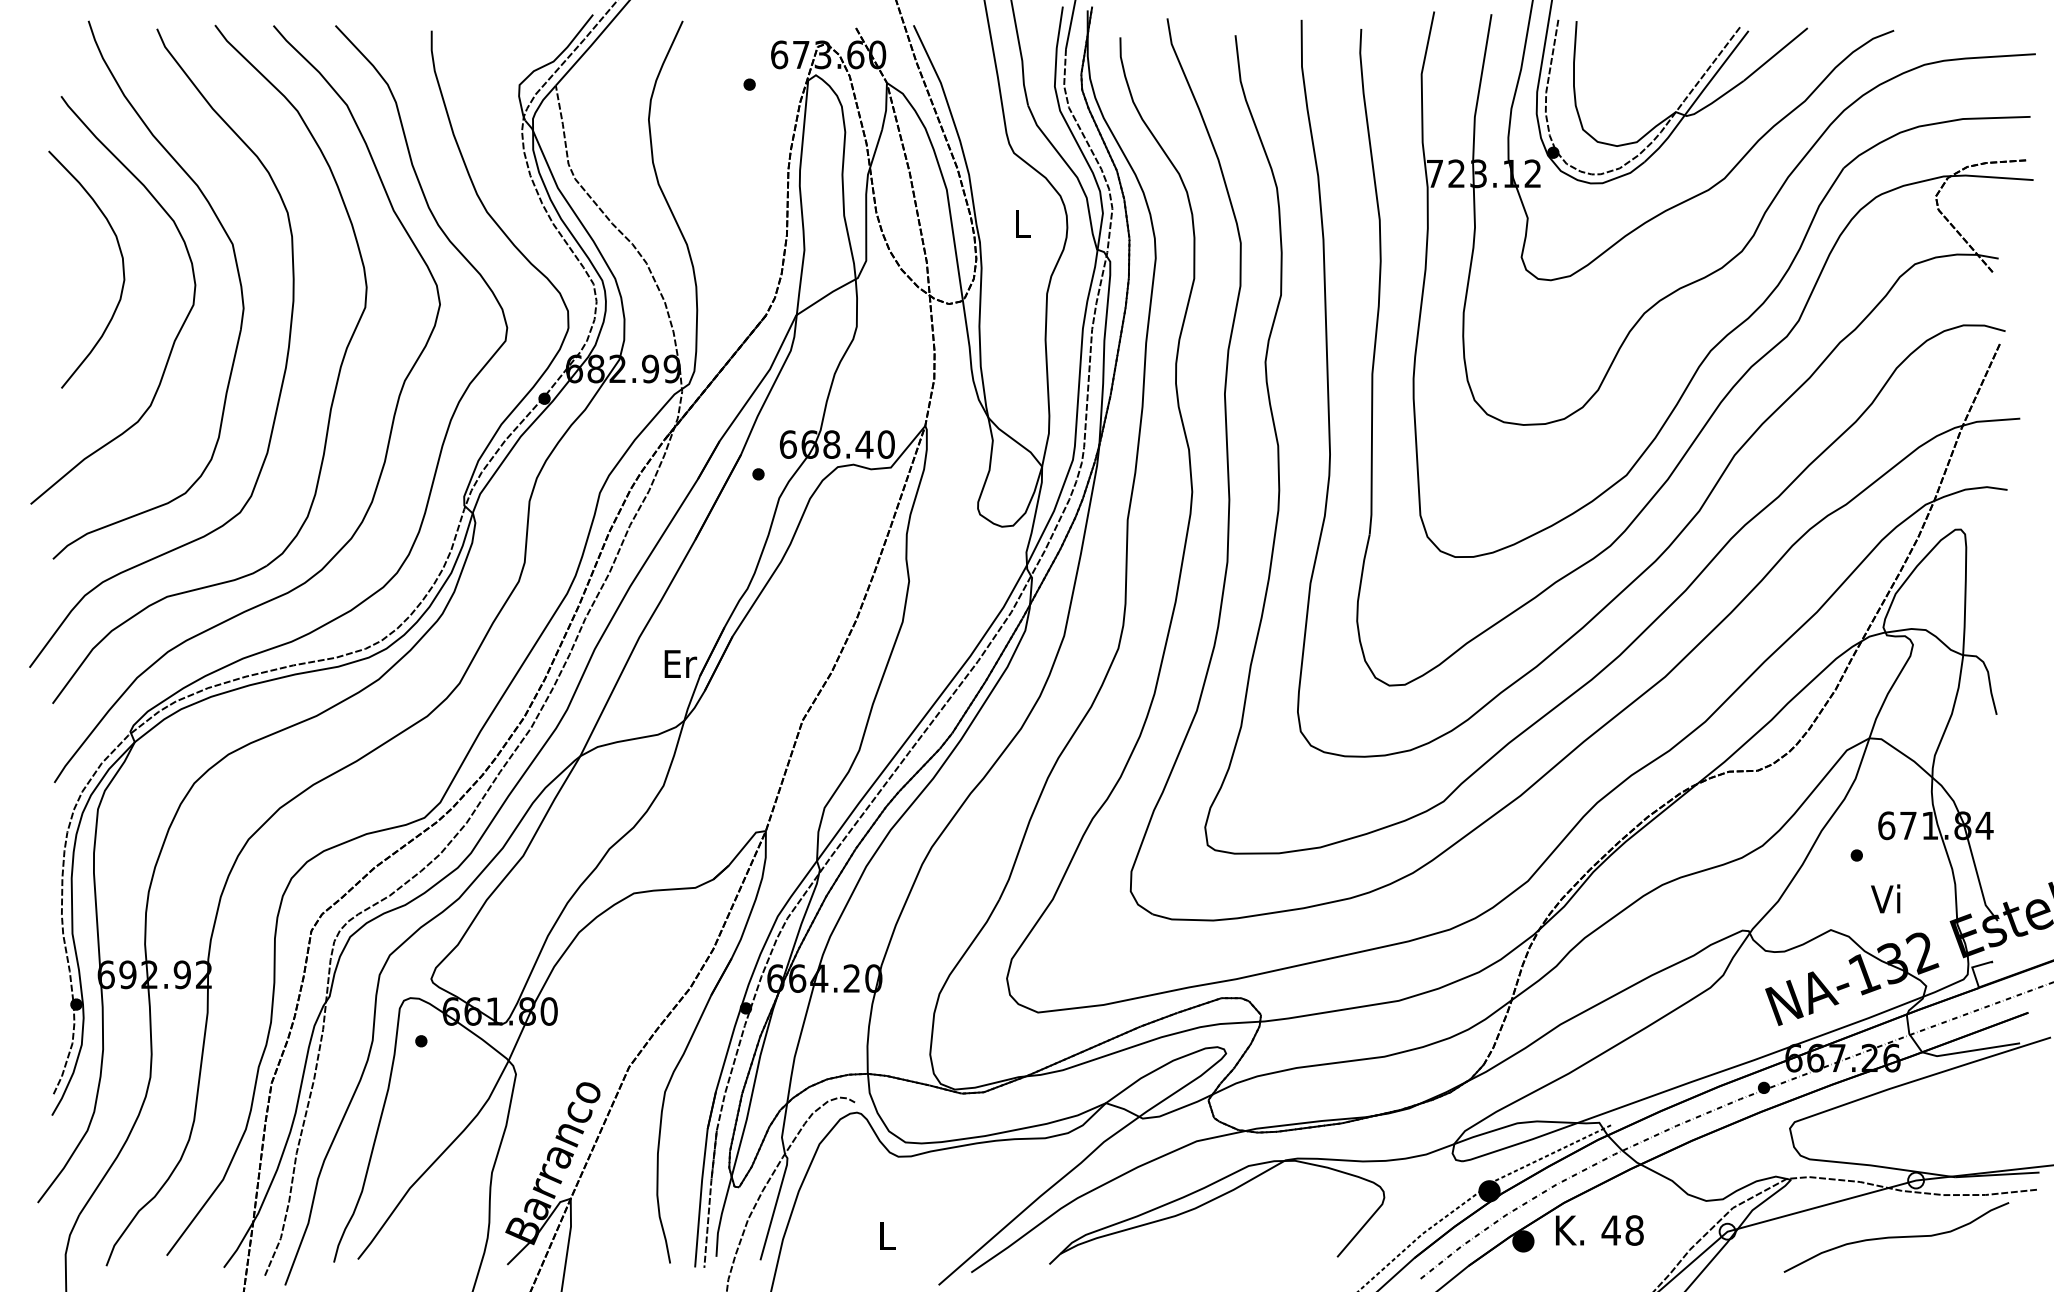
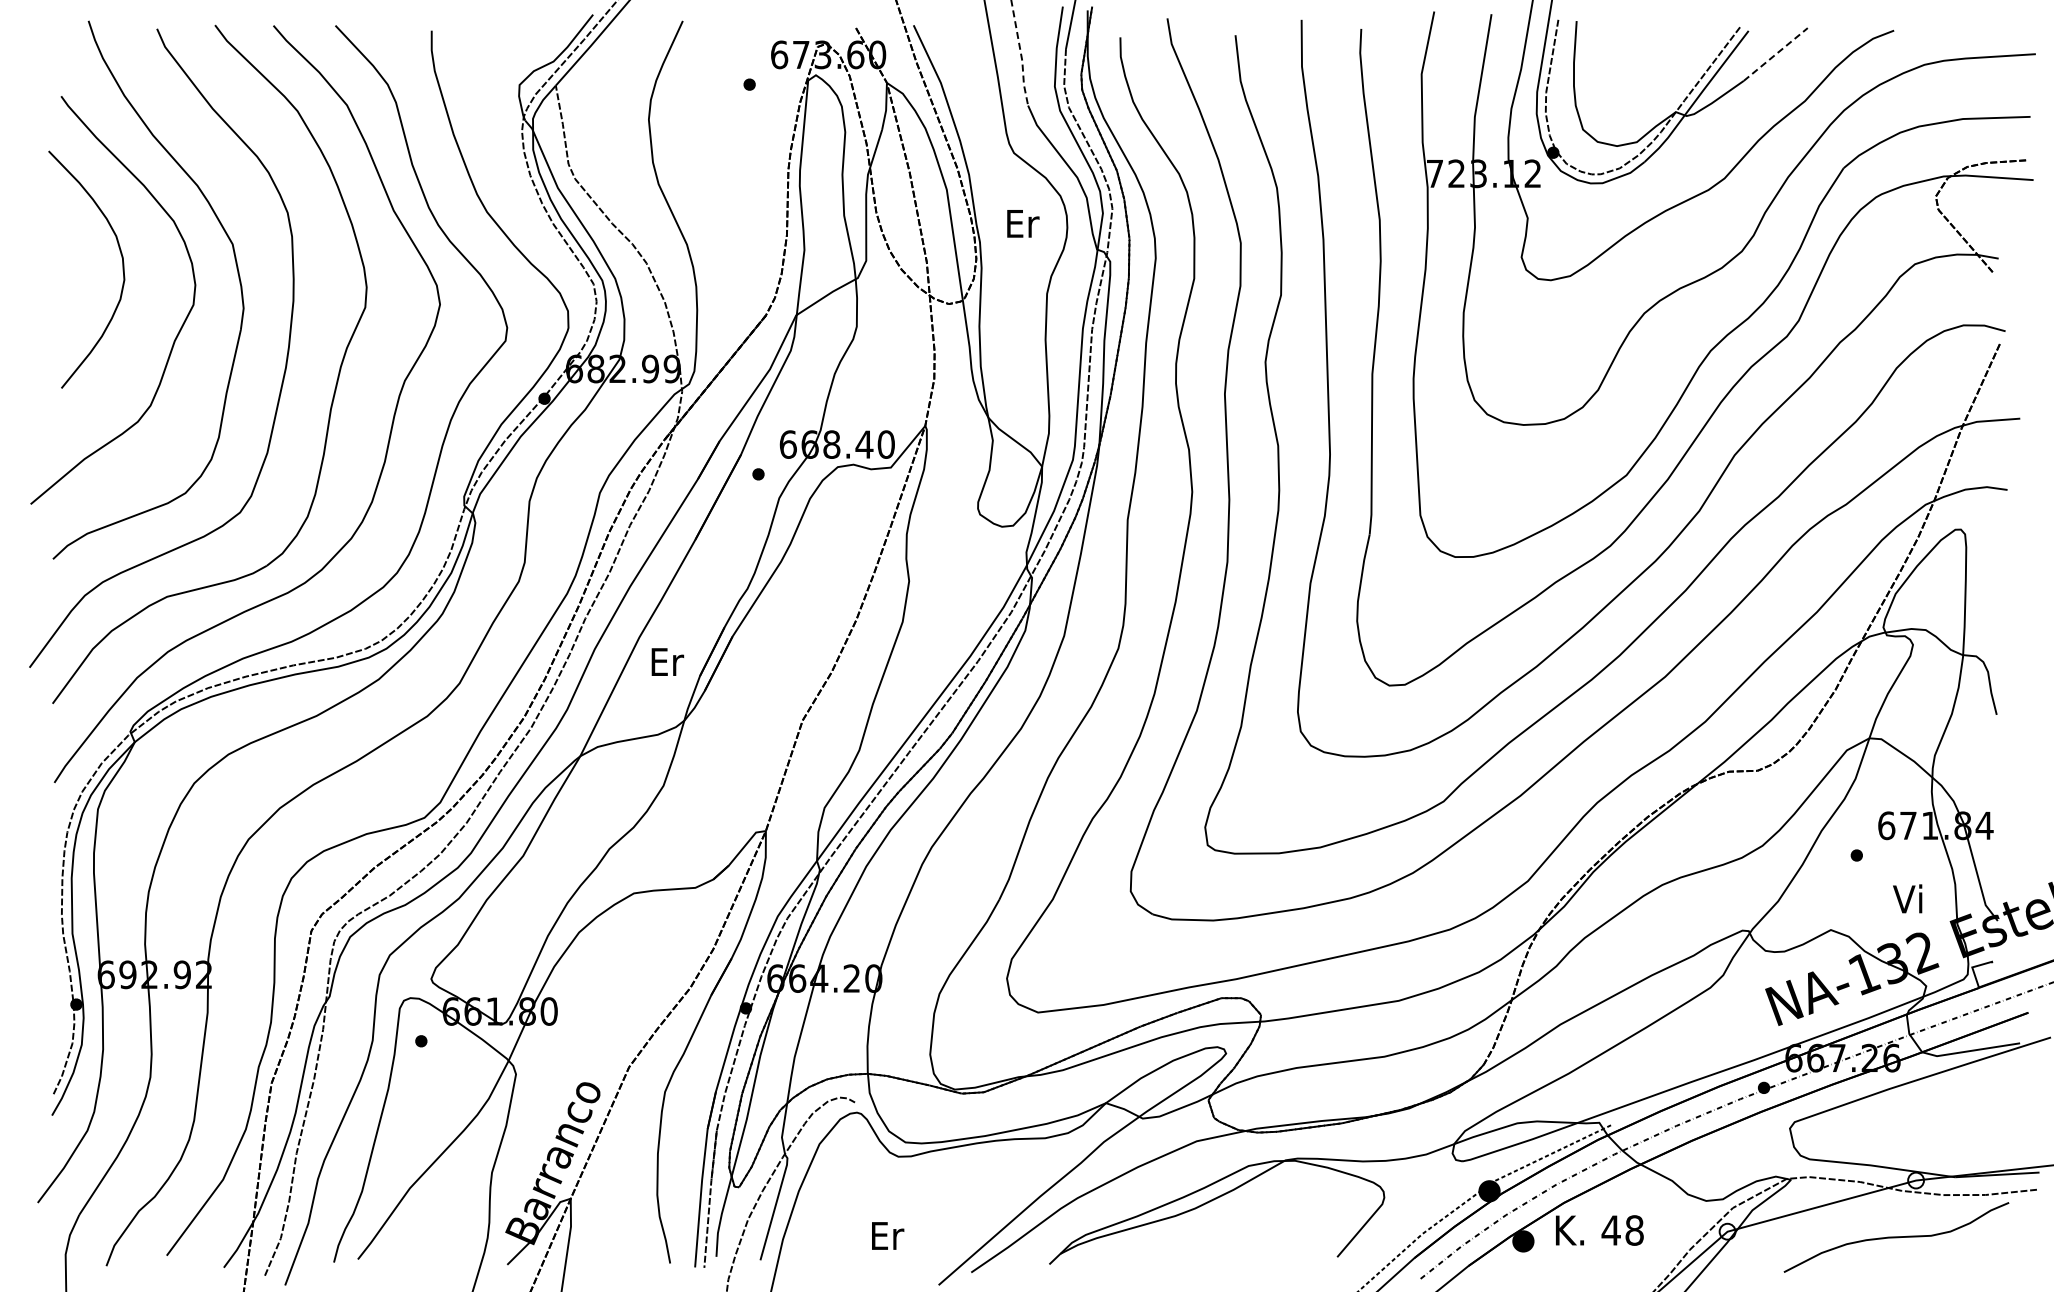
line at (1021, 54): solid -> dashed
line at (1775, 54): solid -> dashed
text at (1023, 223): L -> Er
text at (680, 663) position: (680, 663) -> (667, 661)
text at (1885, 898) position: (1885, 898) -> (1907, 898)
text at (888, 1235): L -> Er
